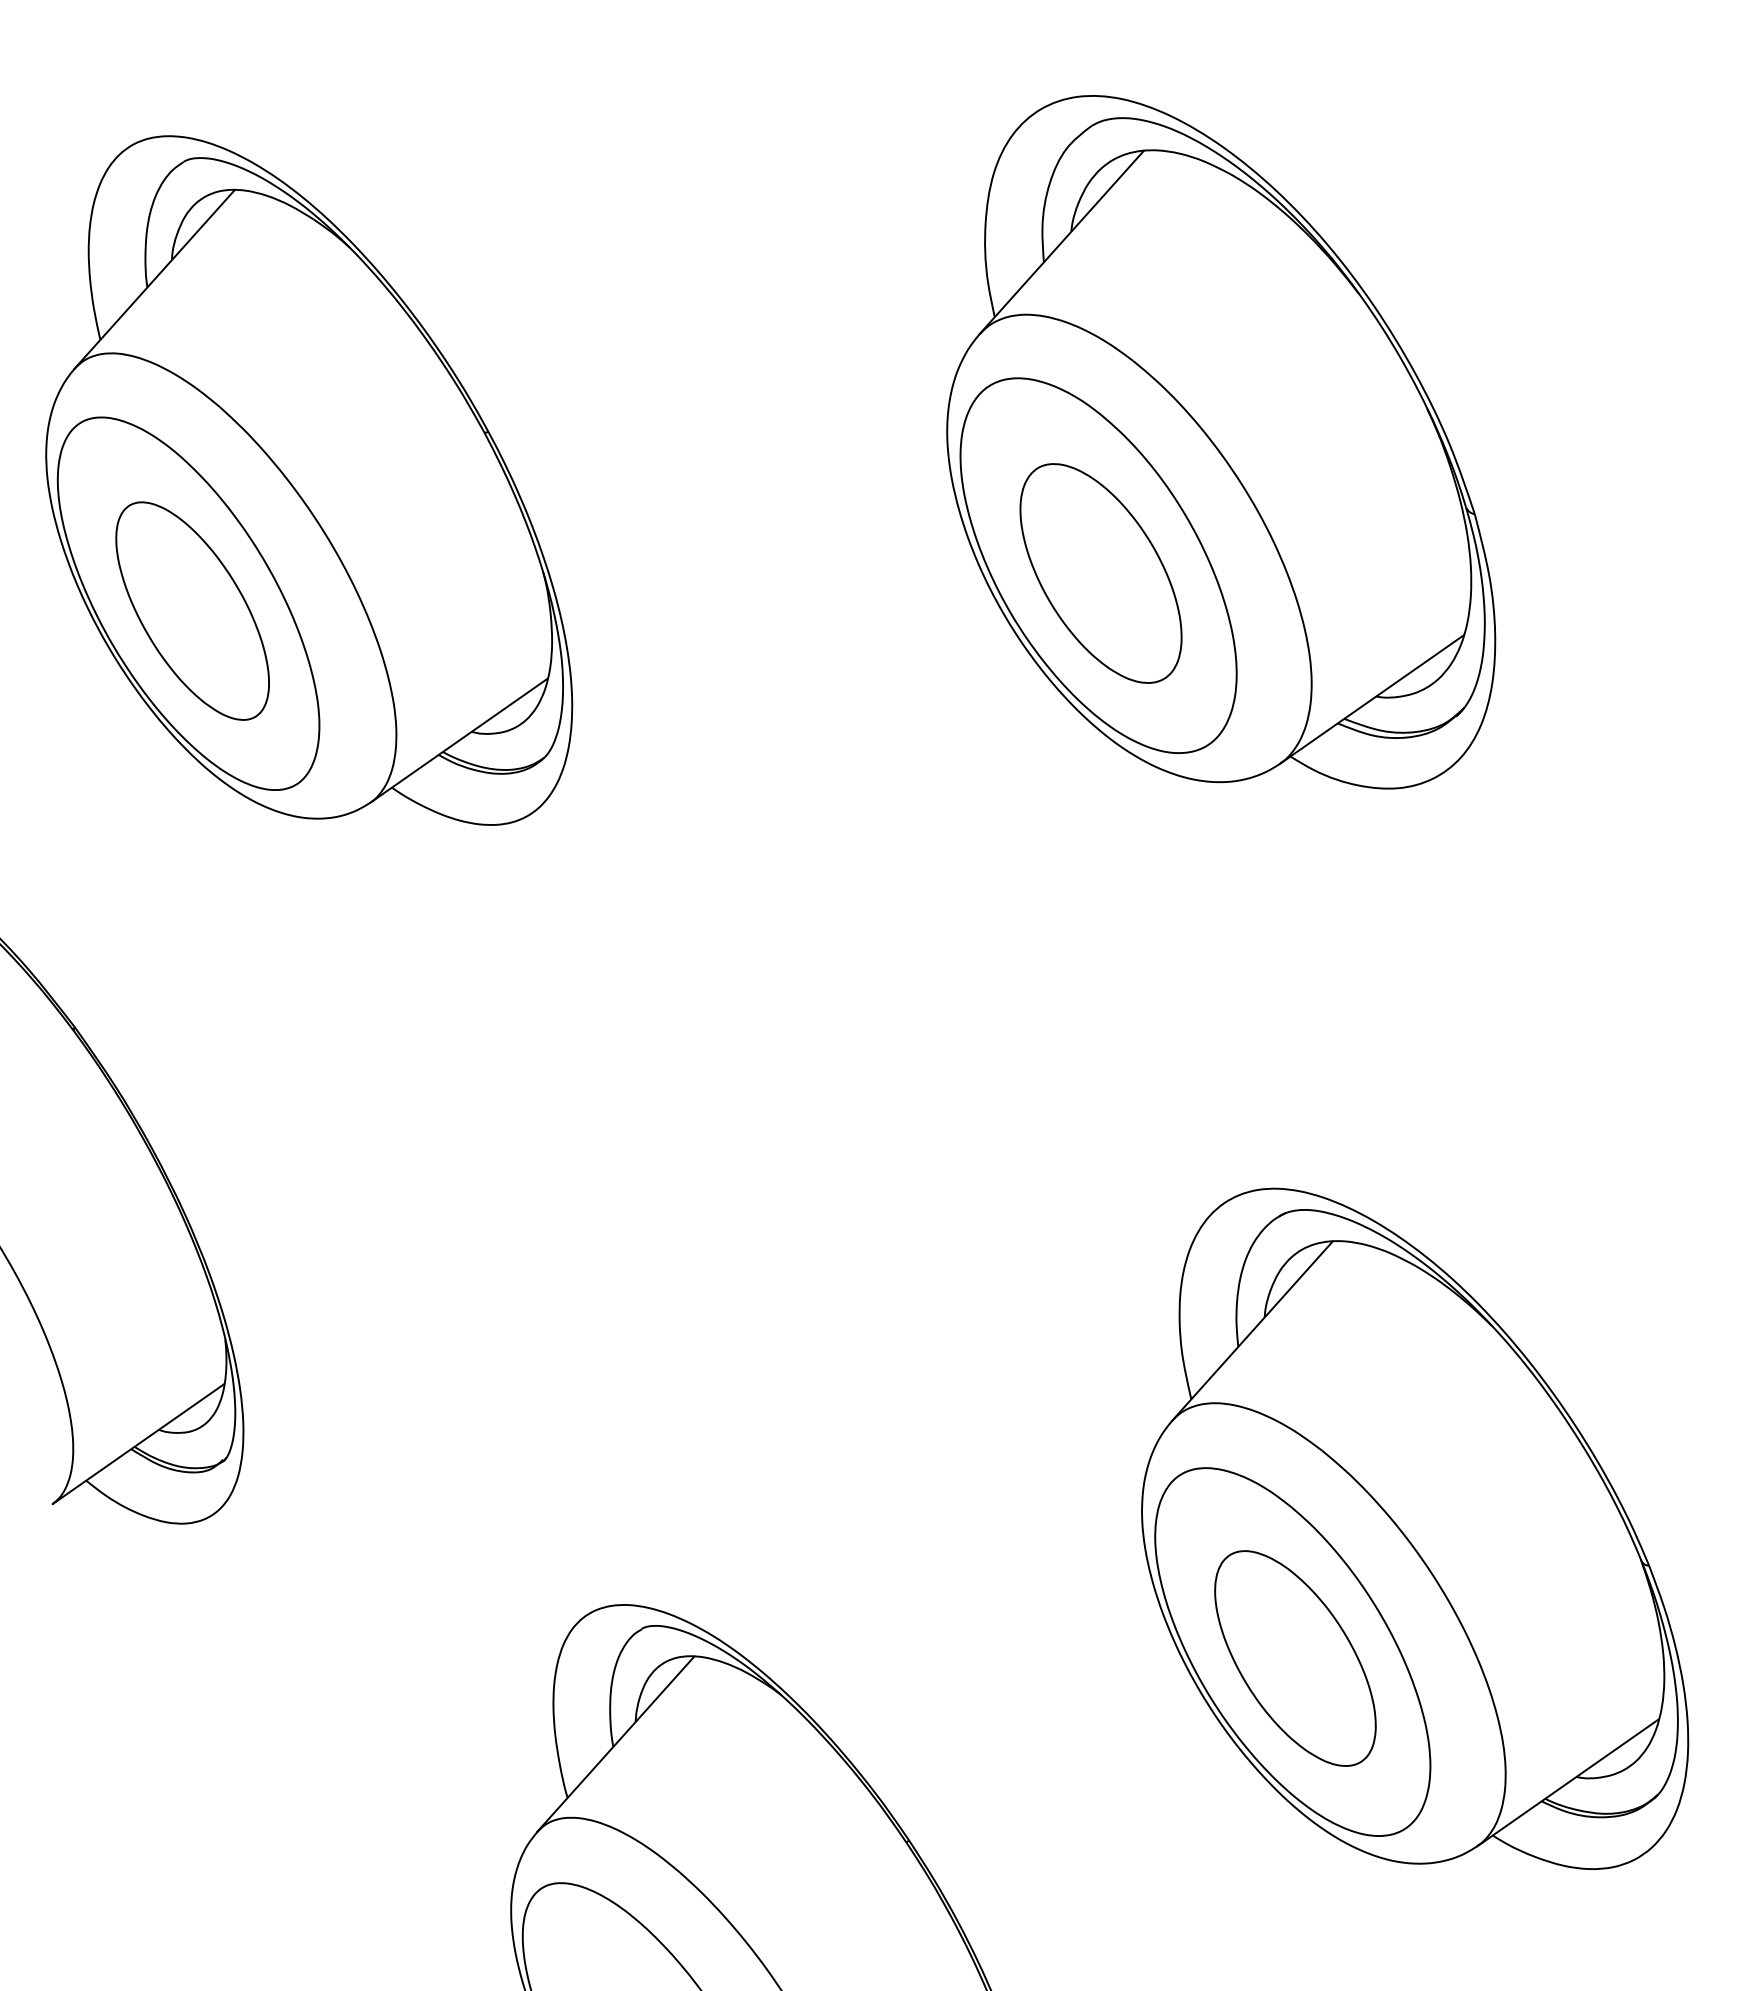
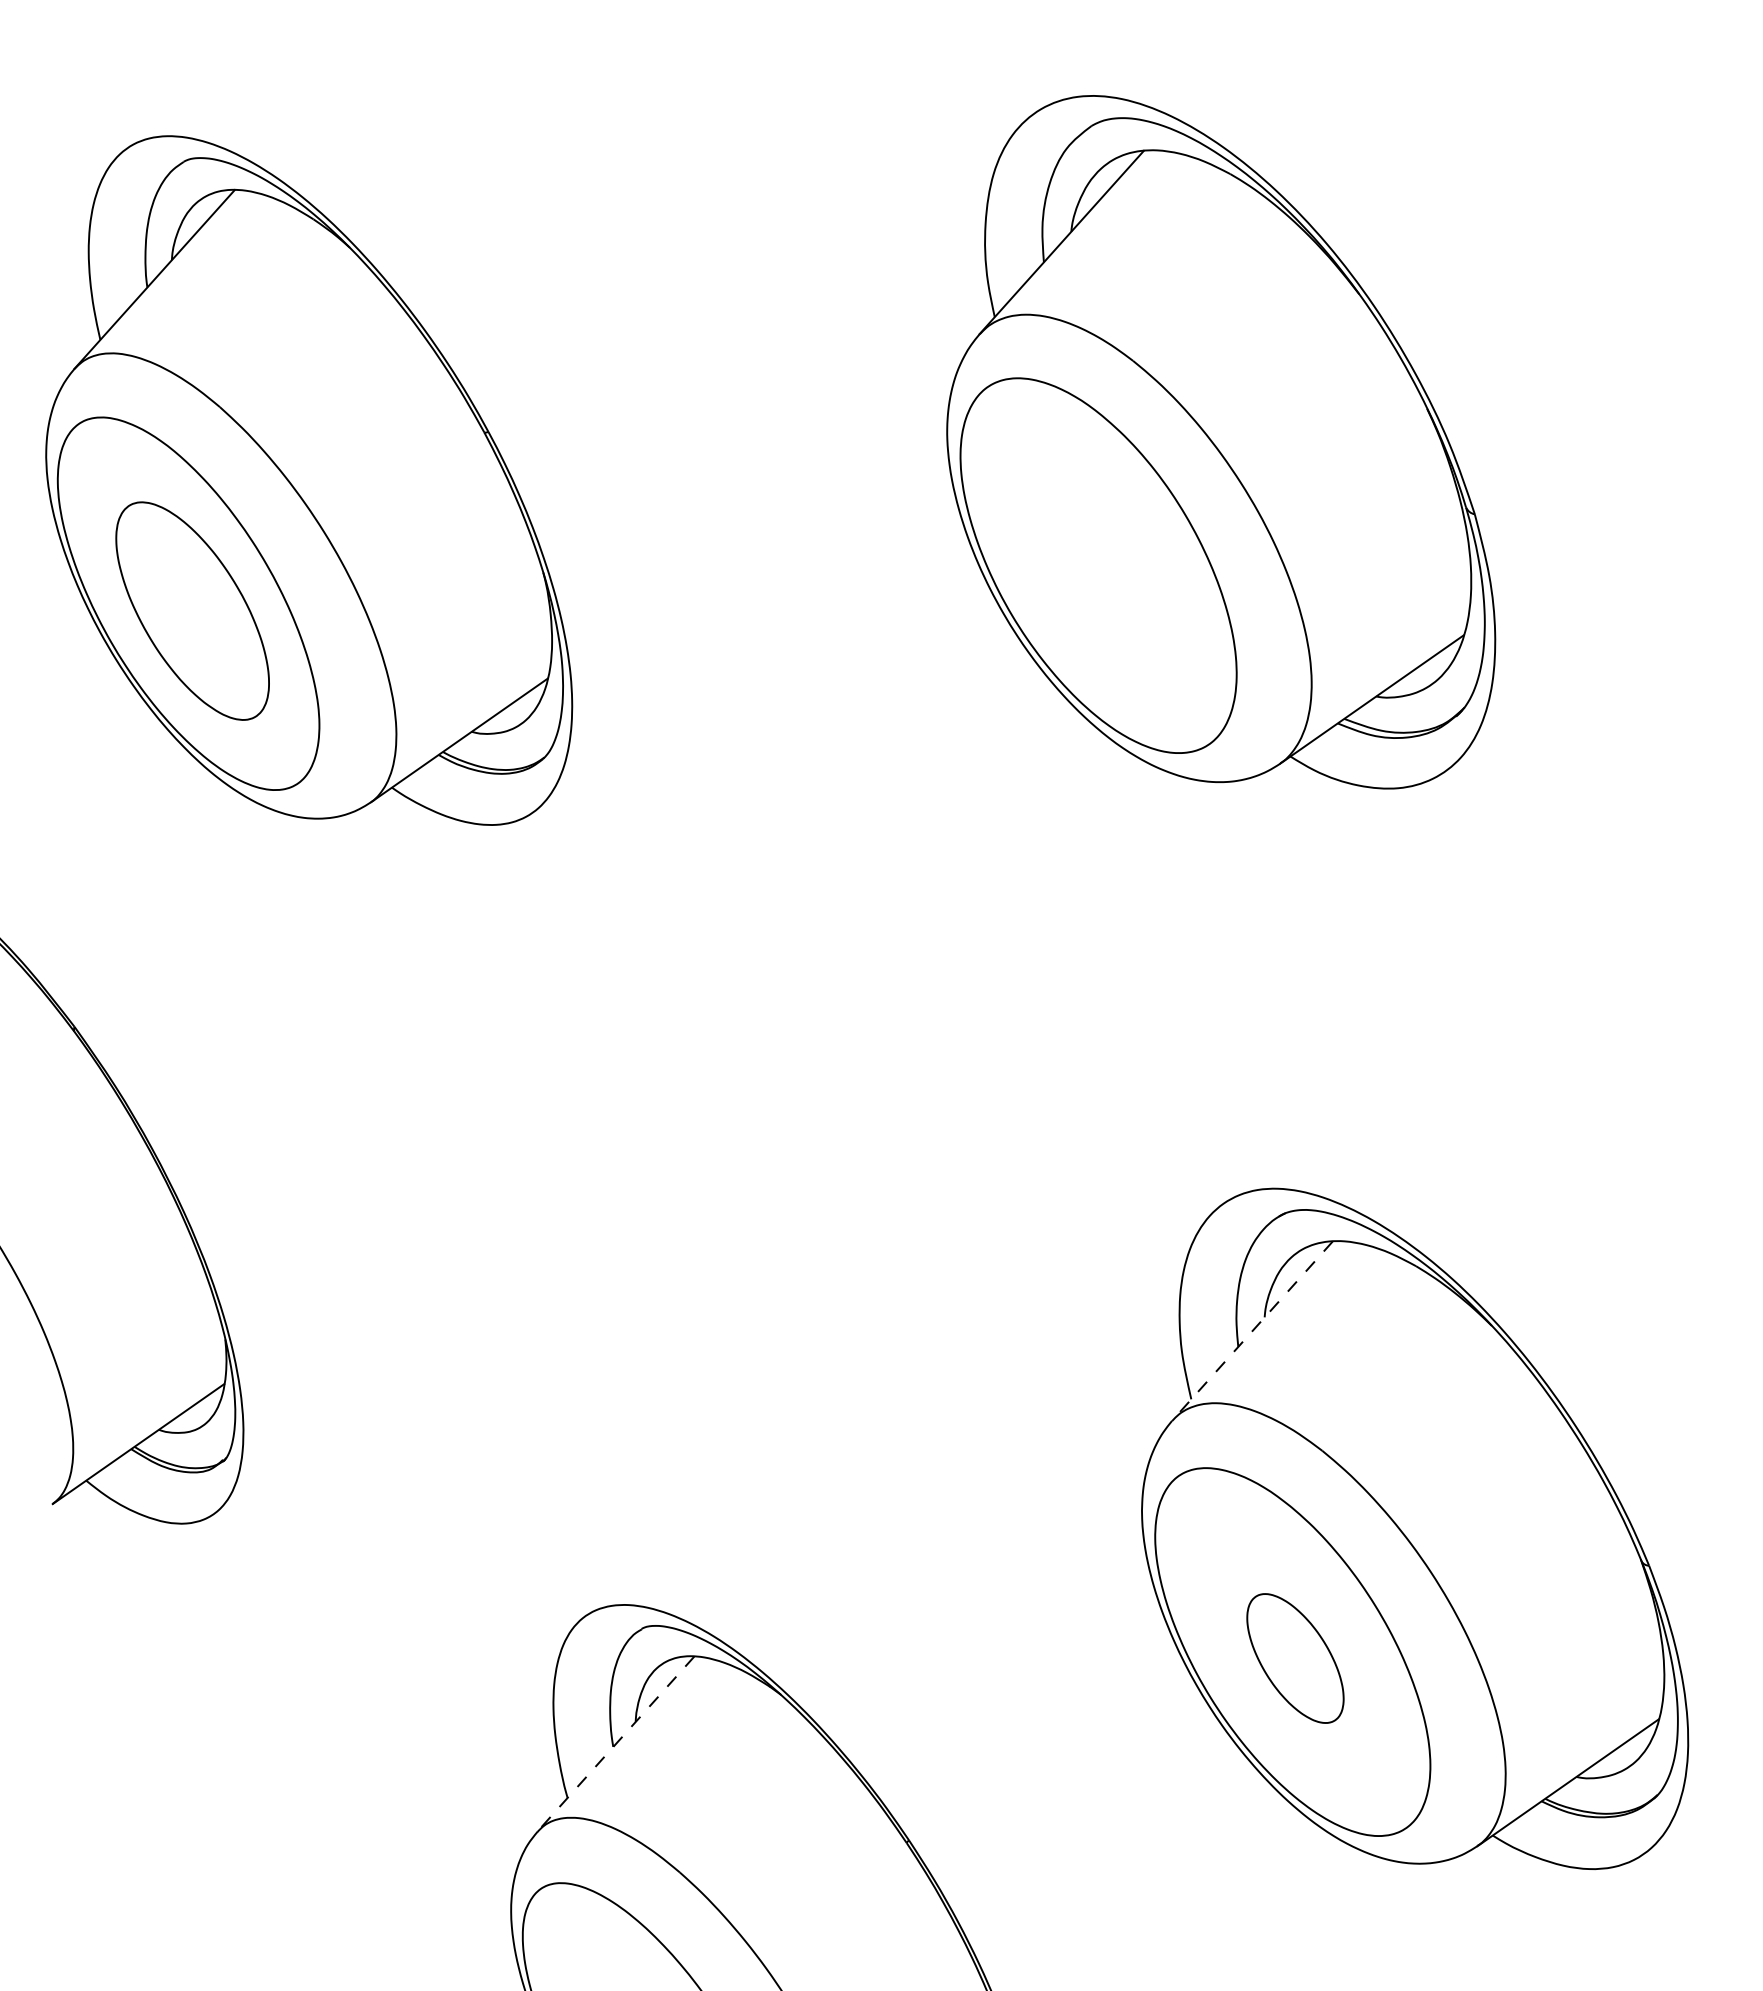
part at (1100, 573): present -> none
line at (1252, 1331): solid -> dashed
part at (1295, 1658) size: 163x217 px -> 99x131 px
line at (615, 1744): solid -> dashed
